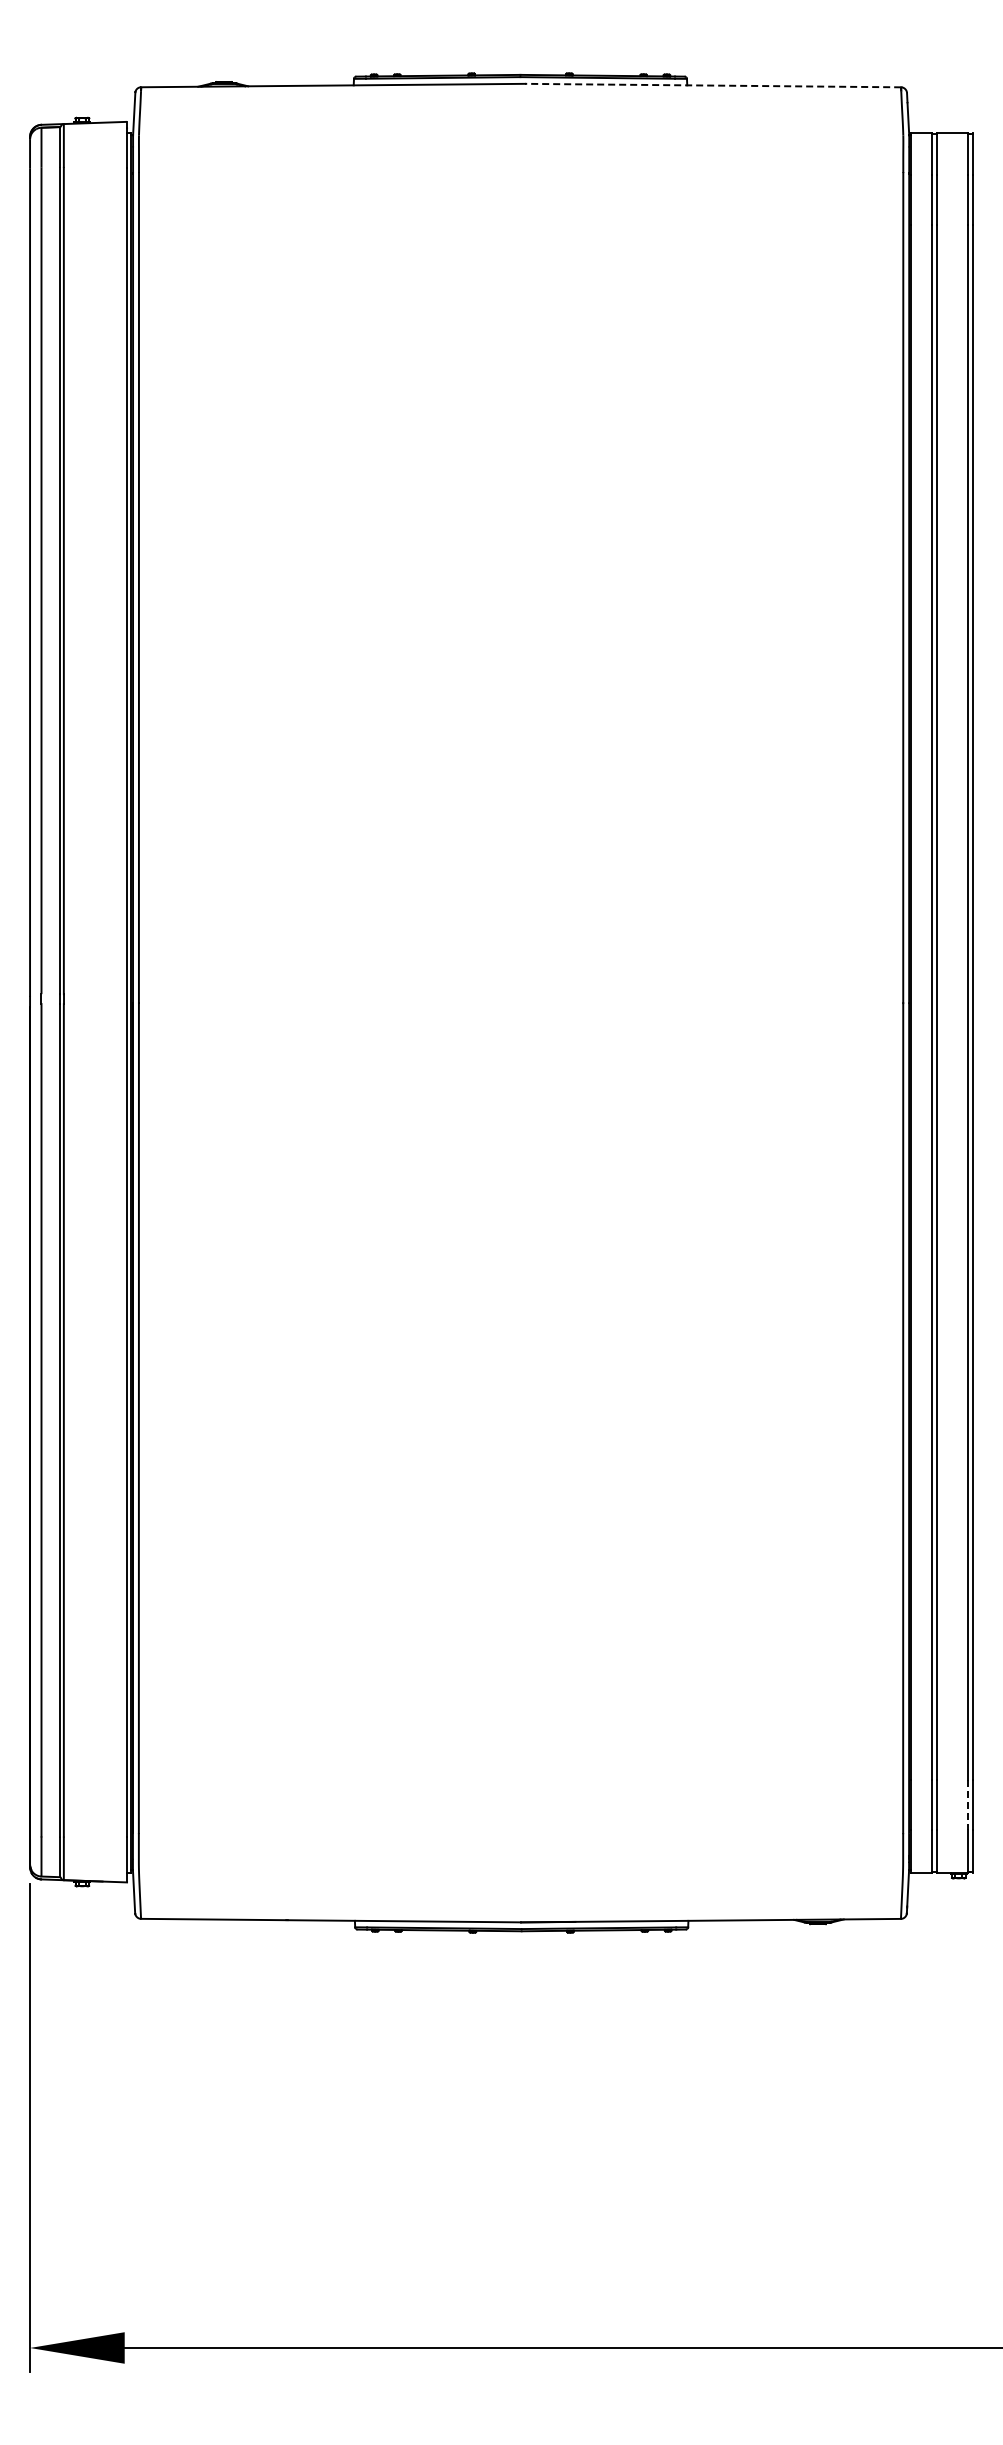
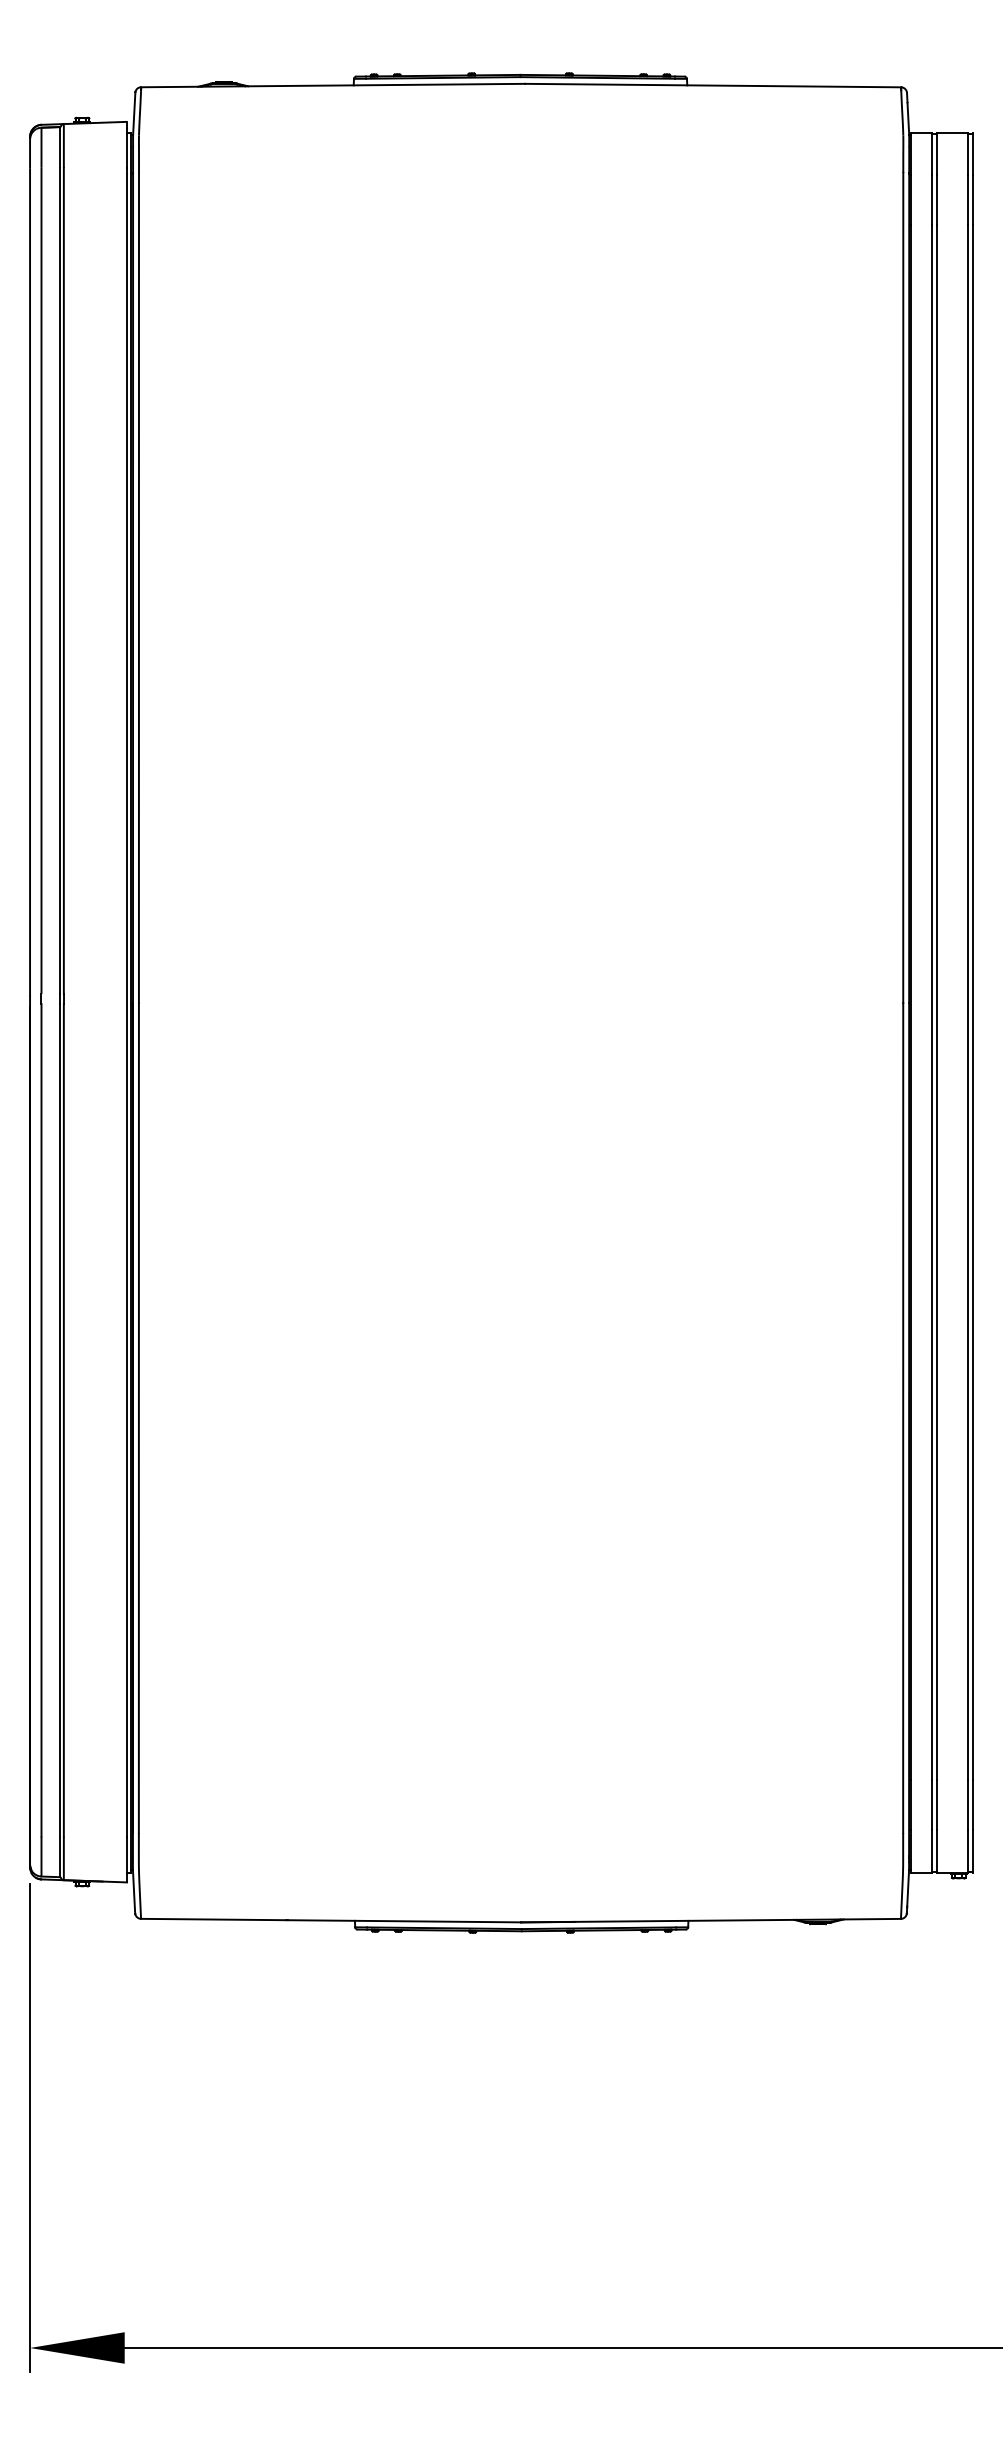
line at (712, 85): dashed -> solid
line at (968, 1805): dashed -> solid
